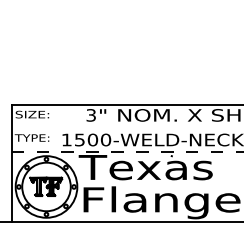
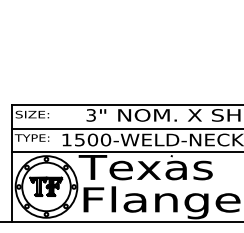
line at (125, 128): none -> present
line at (127, 151): dashed -> solid
